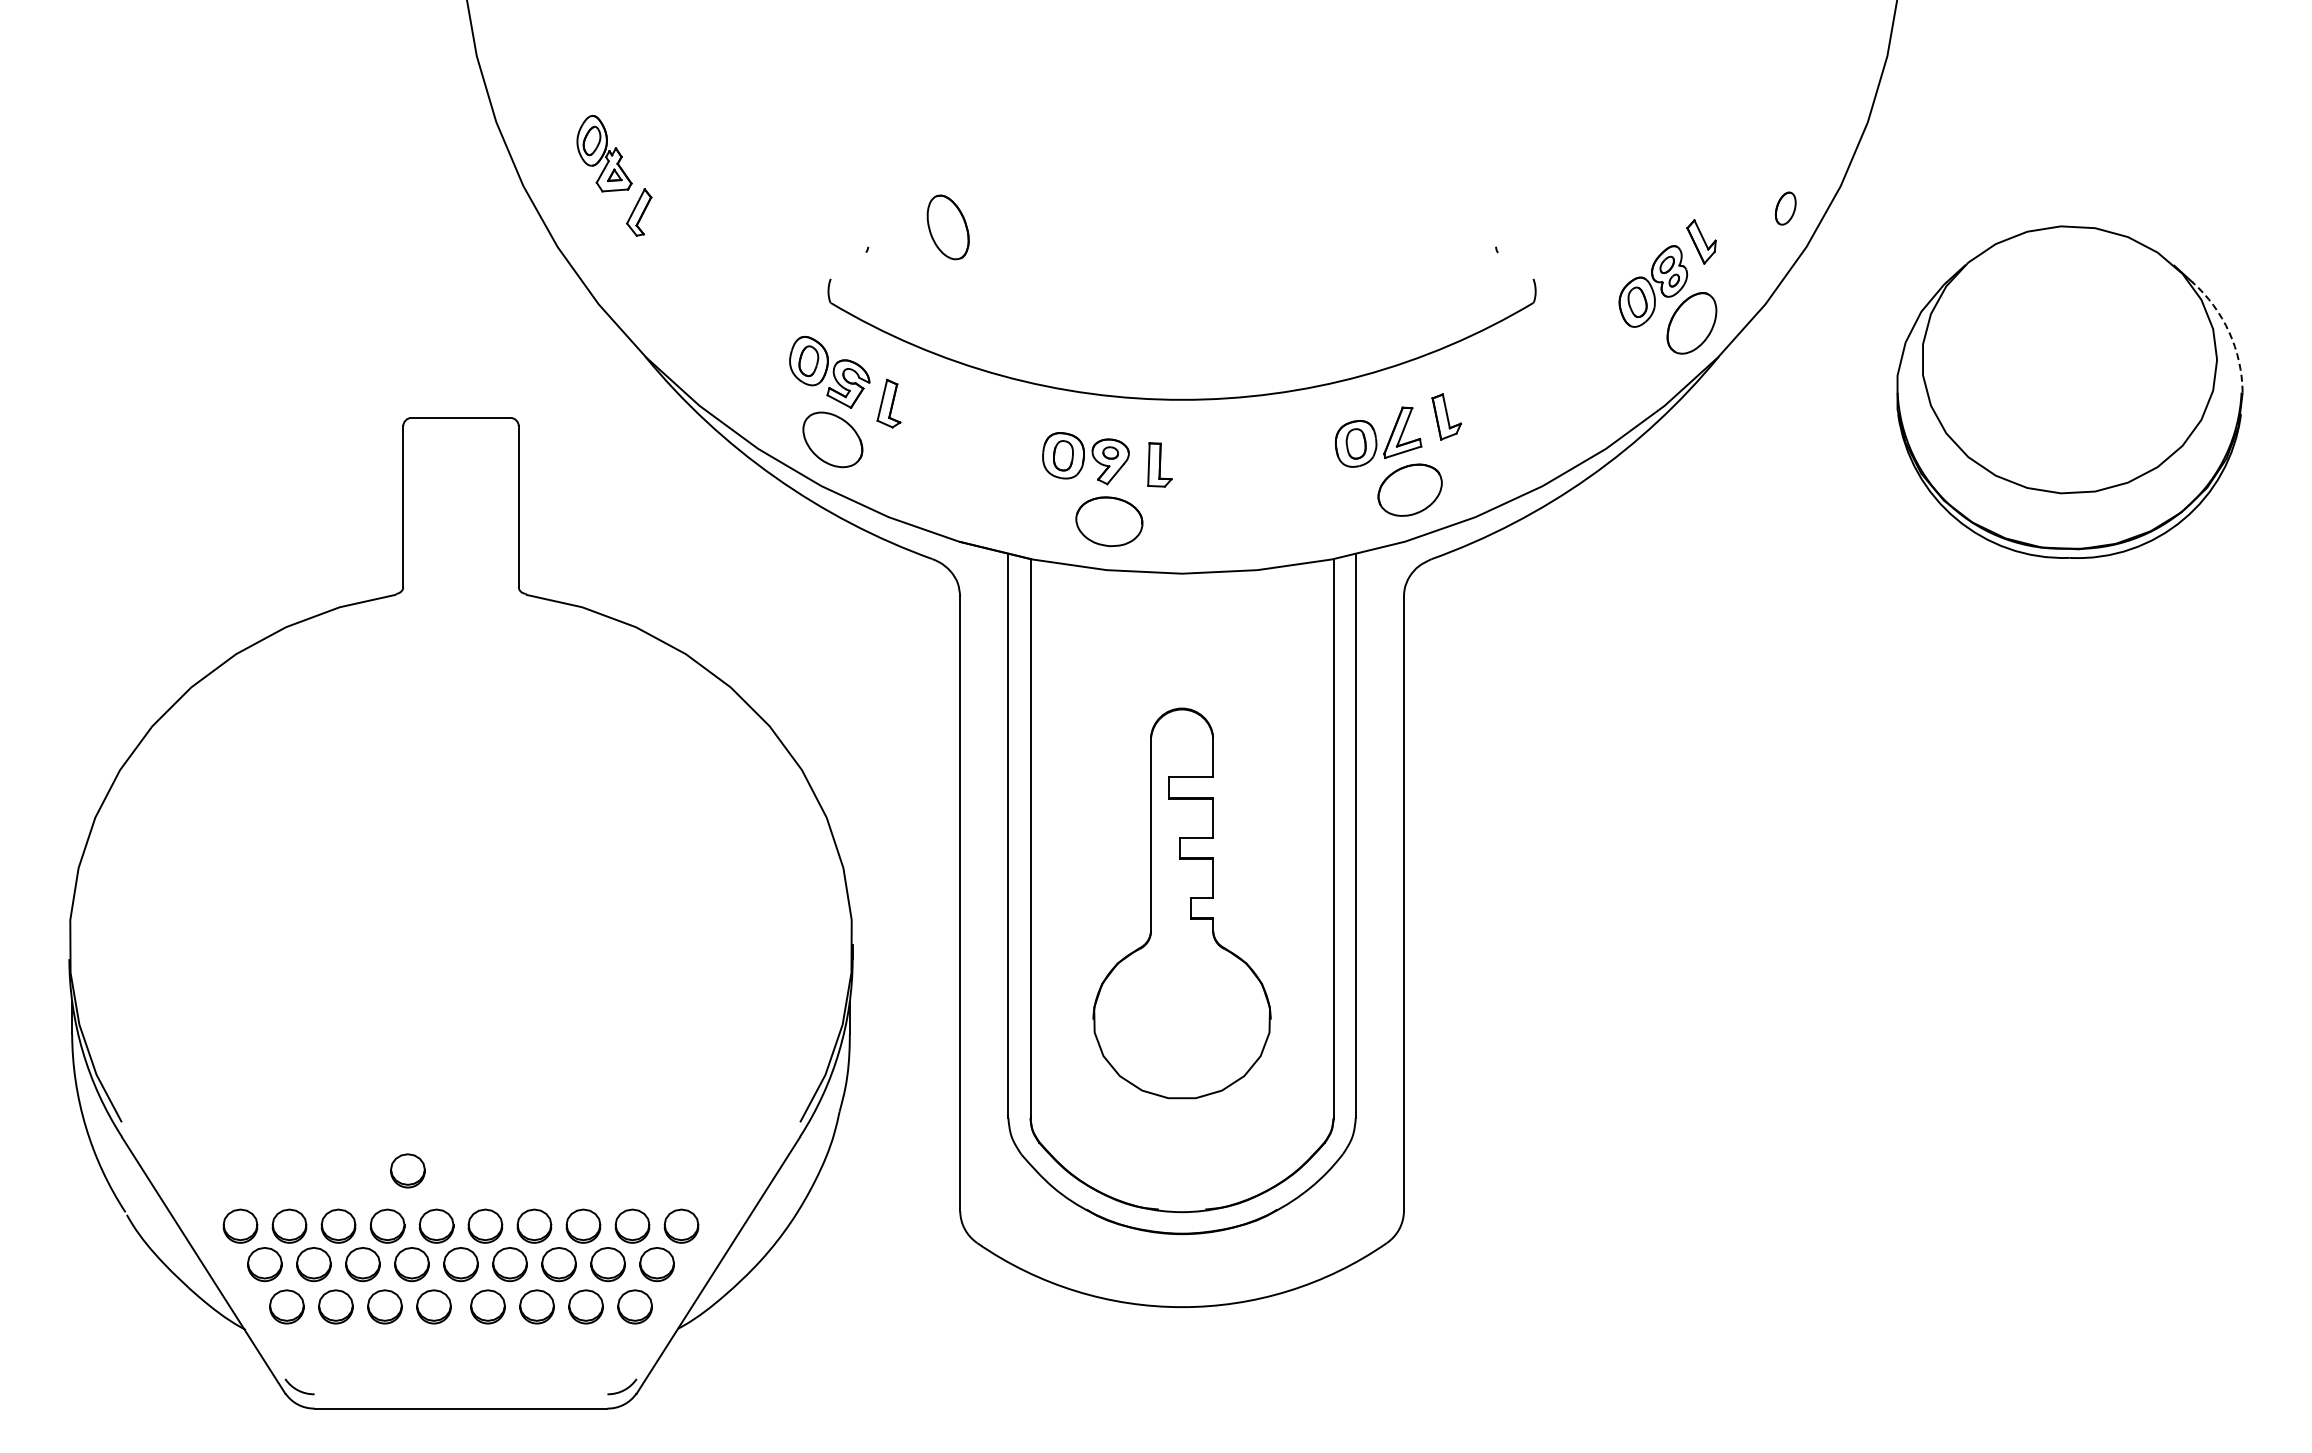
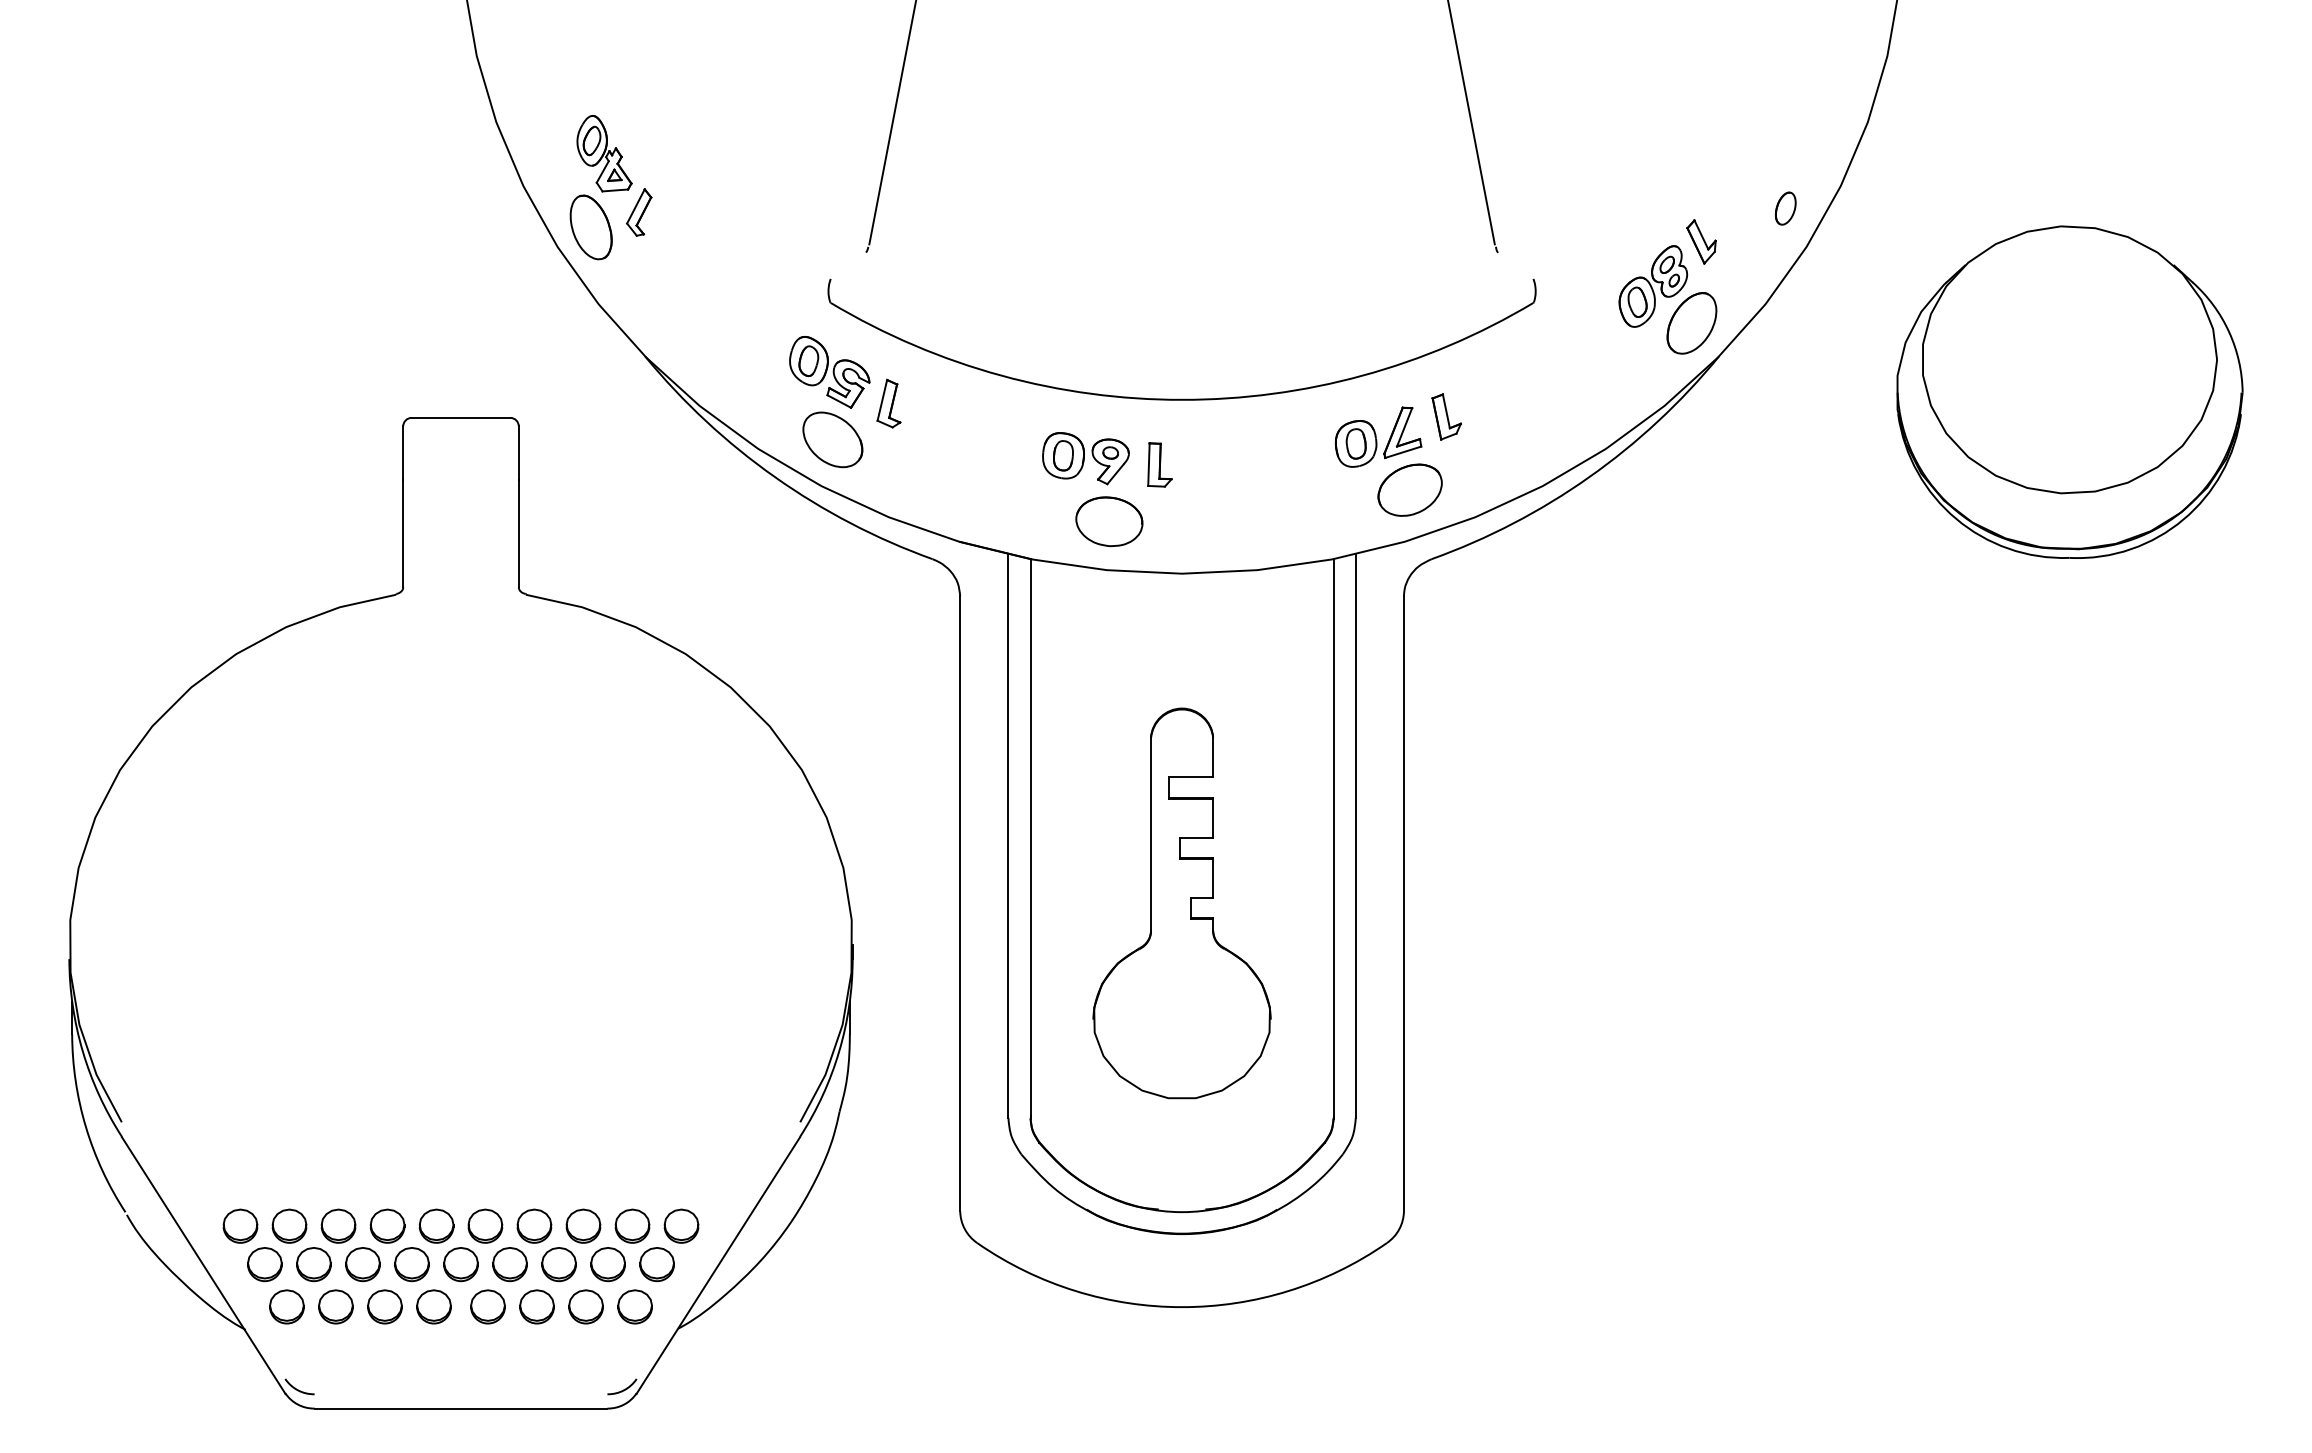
line at (892, 123): none -> present
line at (1471, 123): none -> present
part at (947, 227) position: (947, 227) -> (590, 227)
arc at (2229, 332): dashed -> solid
part at (407, 1170): present -> none
